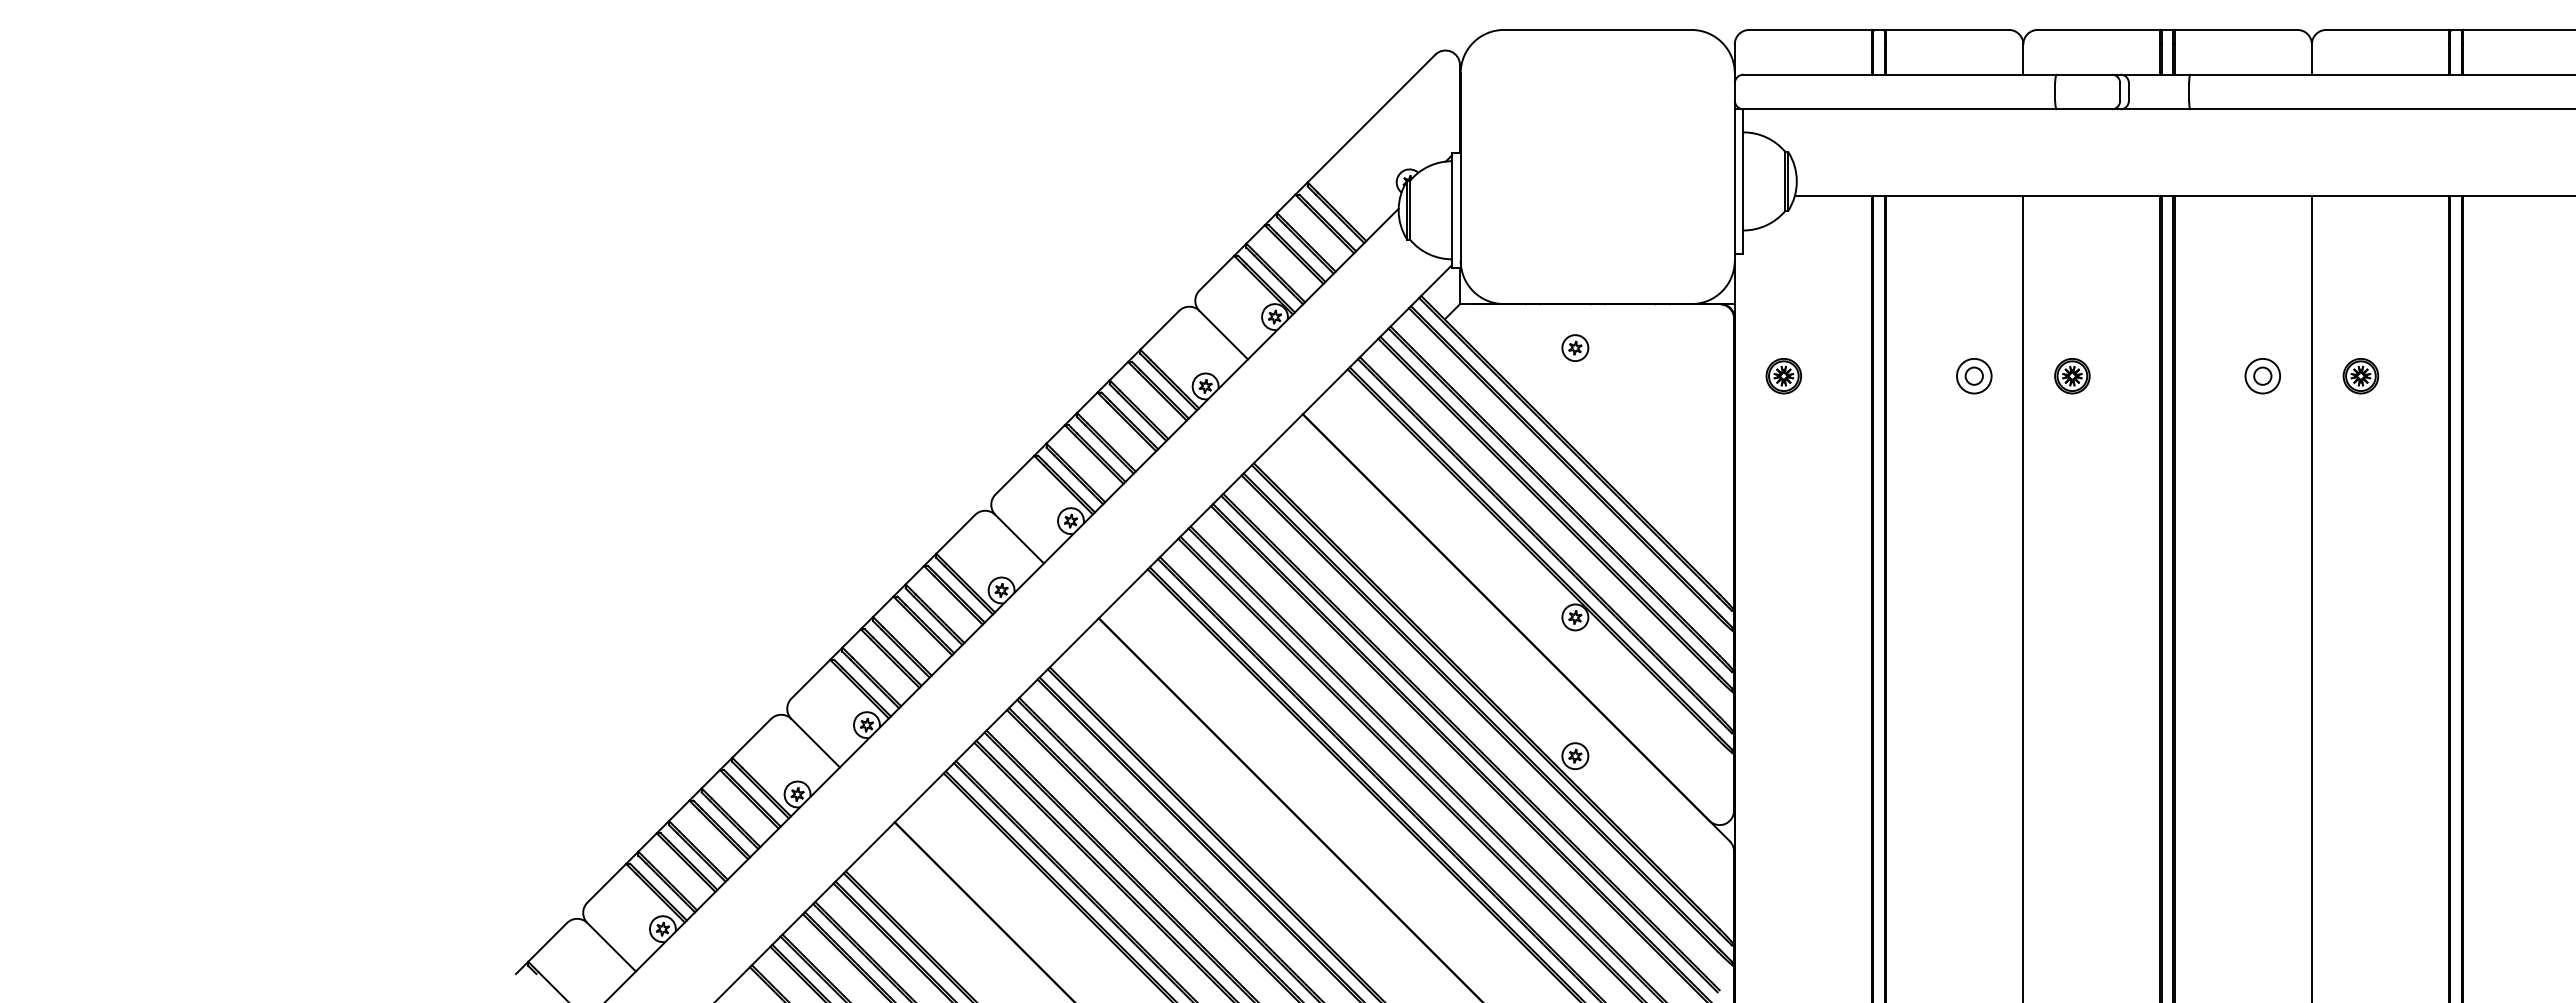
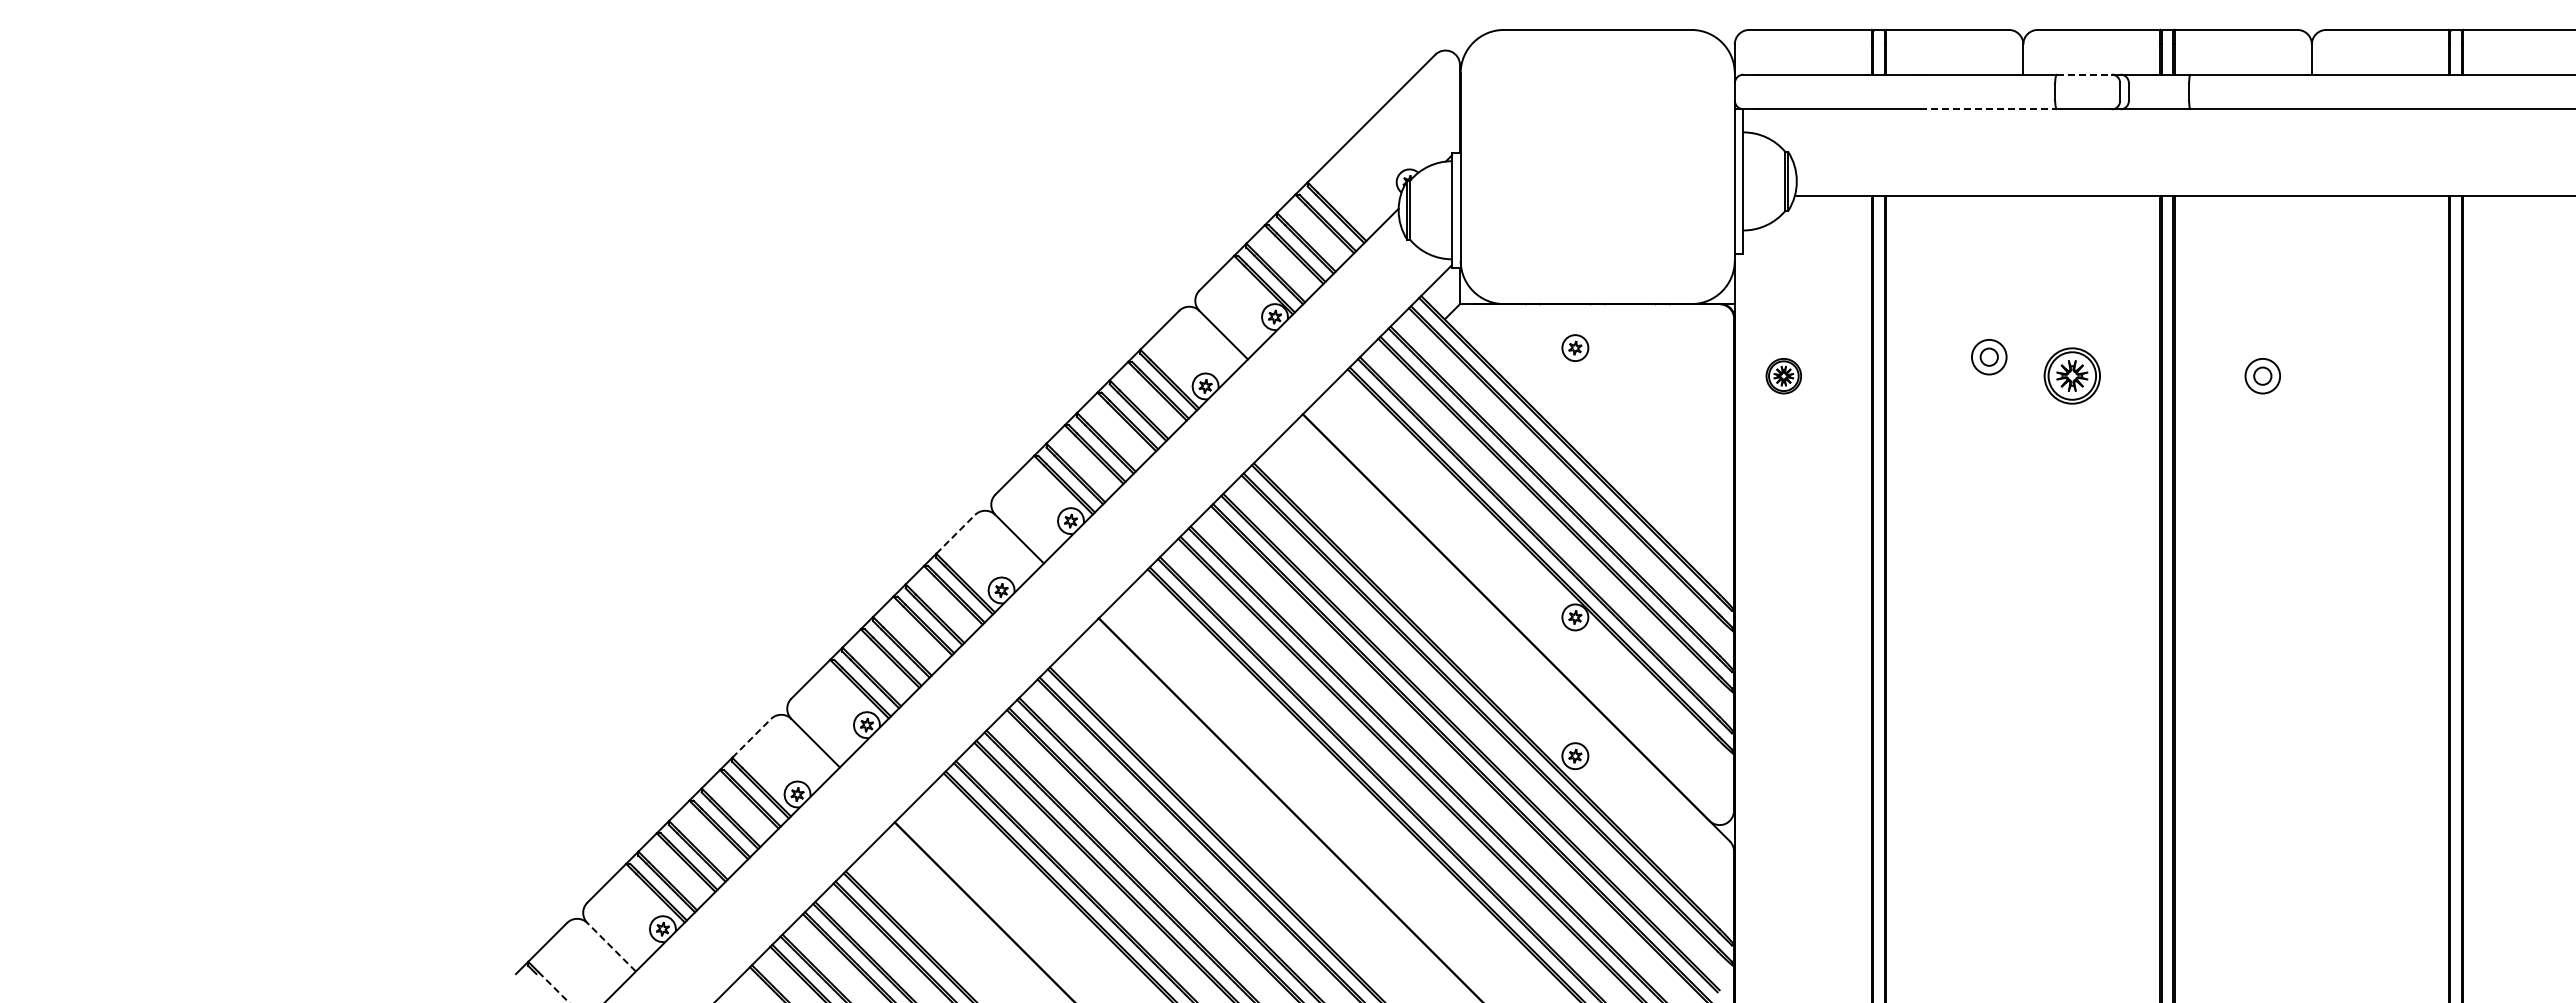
line at (2084, 74): solid -> dashed
line at (1988, 109): solid -> dashed
part at (1974, 376) position: (1974, 376) -> (1989, 357)
part at (2072, 376) size: 37x37 px -> 58x58 px
part at (2360, 376): present -> none
line at (956, 534): solid -> dashed
line at (2023, 597): present -> none
line at (2311, 597): present -> none
line at (752, 738): solid -> dashed
line at (611, 946): solid -> dashed
line at (553, 987): solid -> dashed
